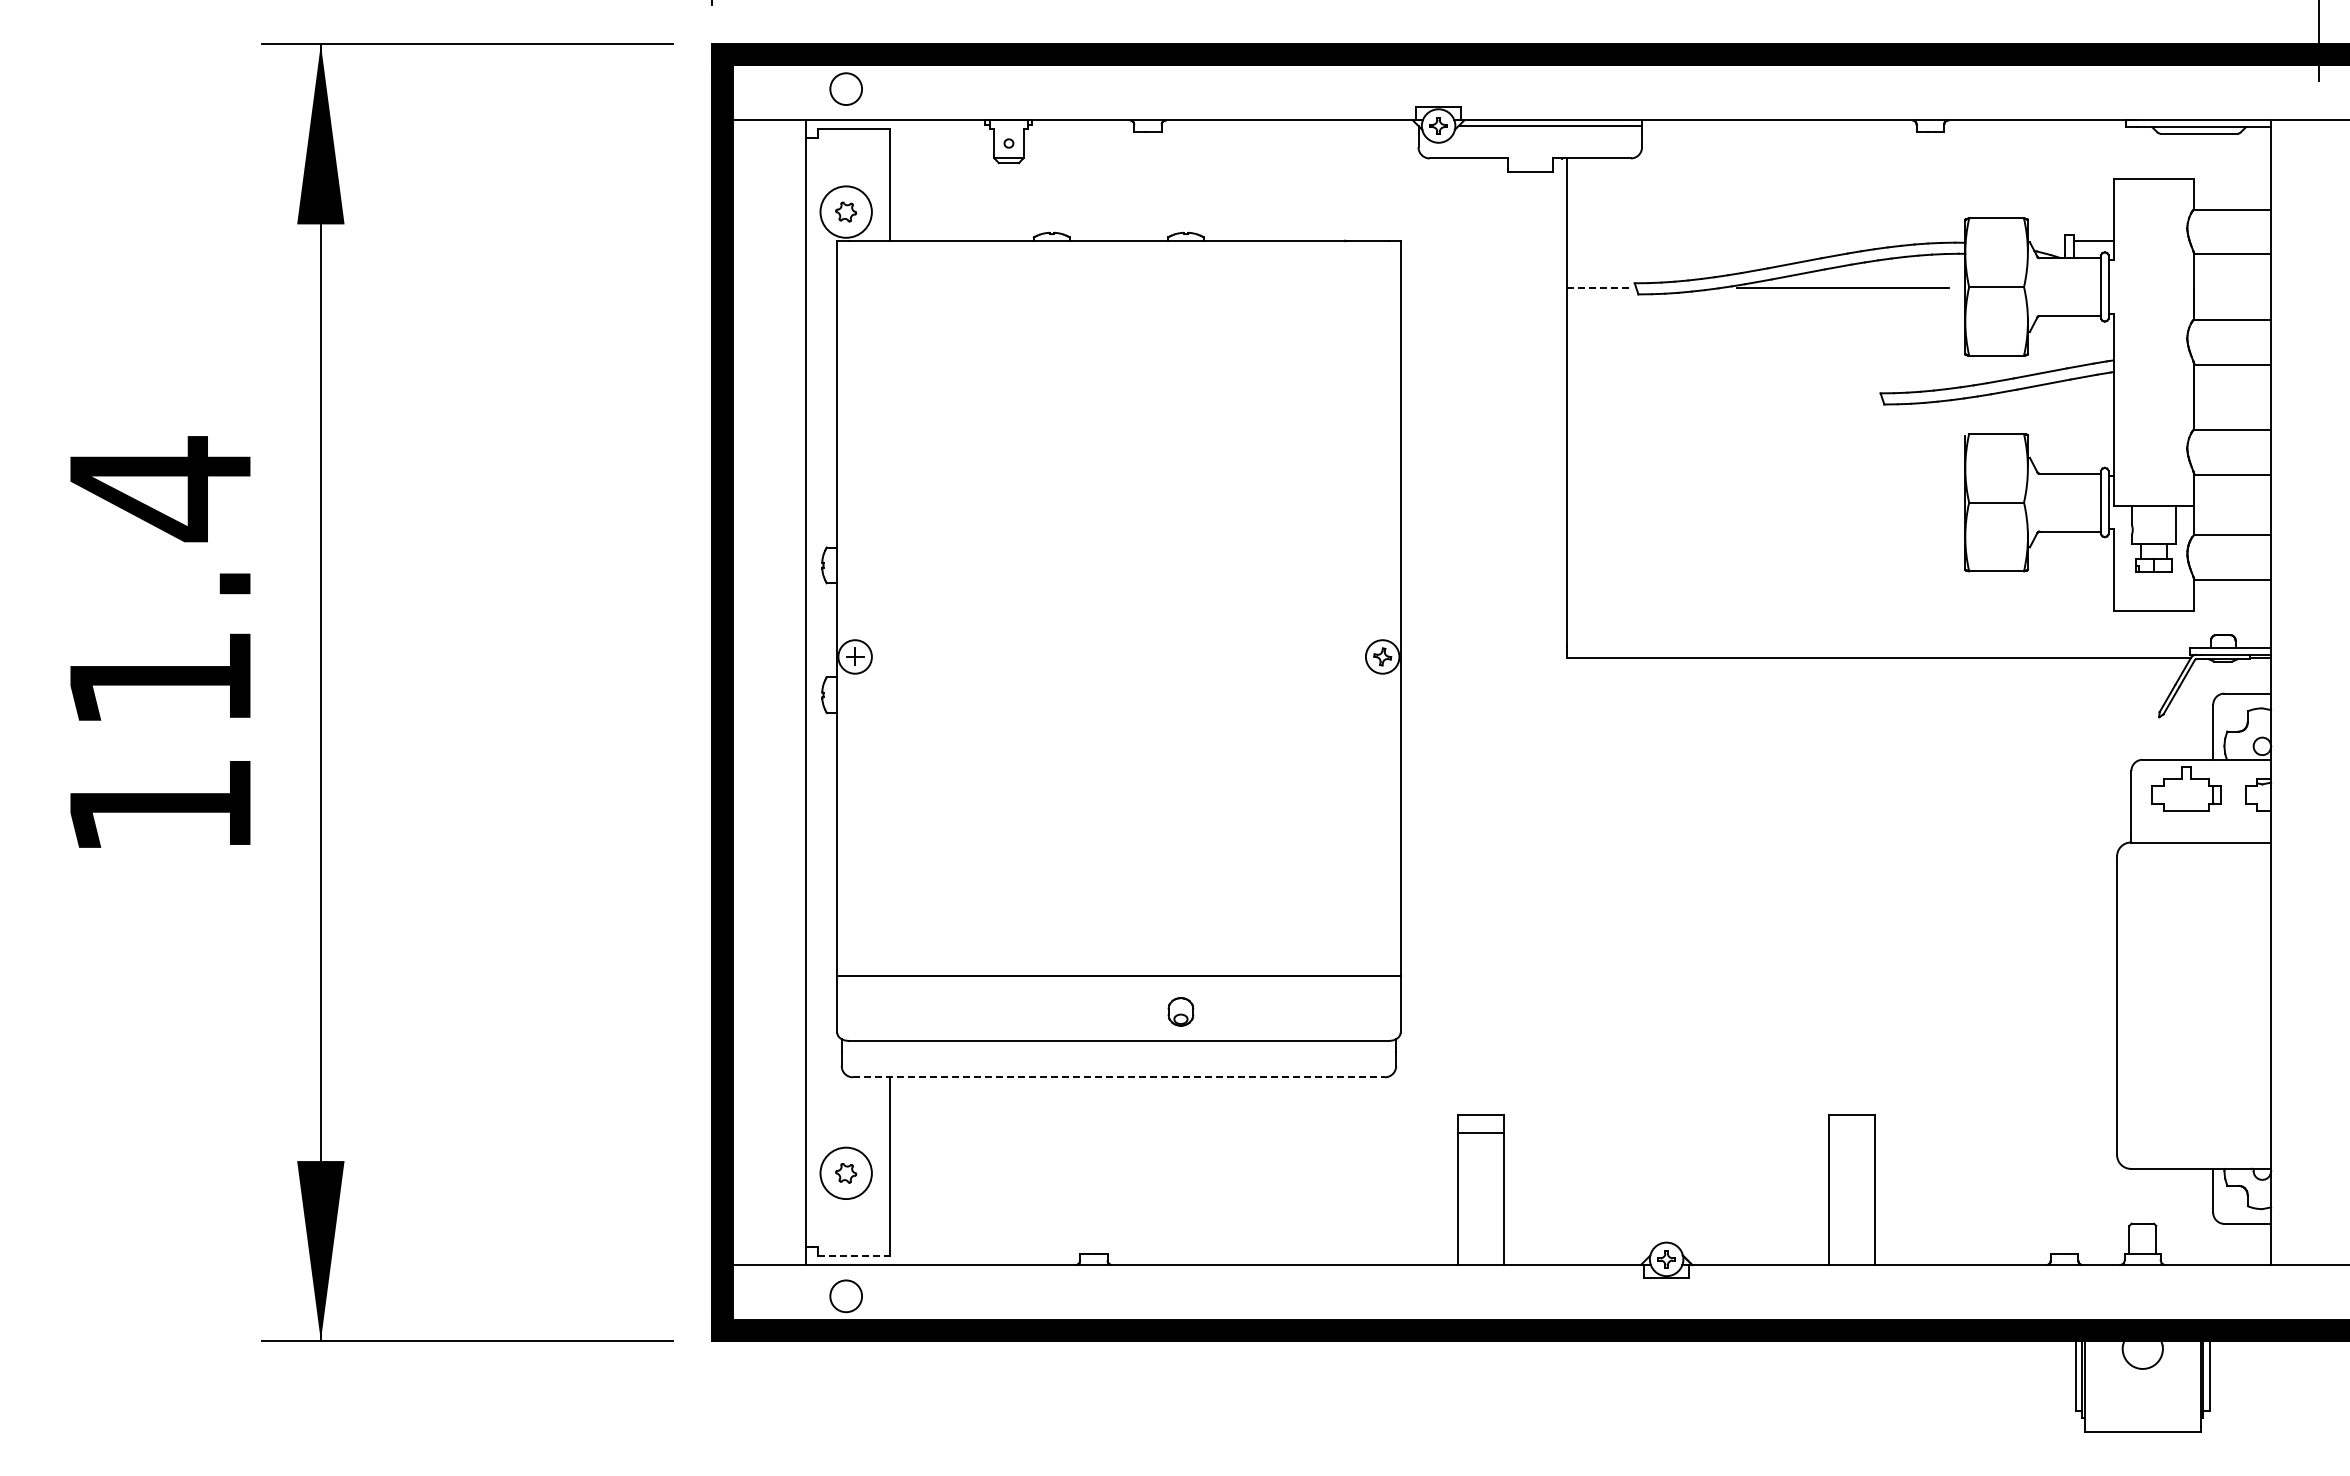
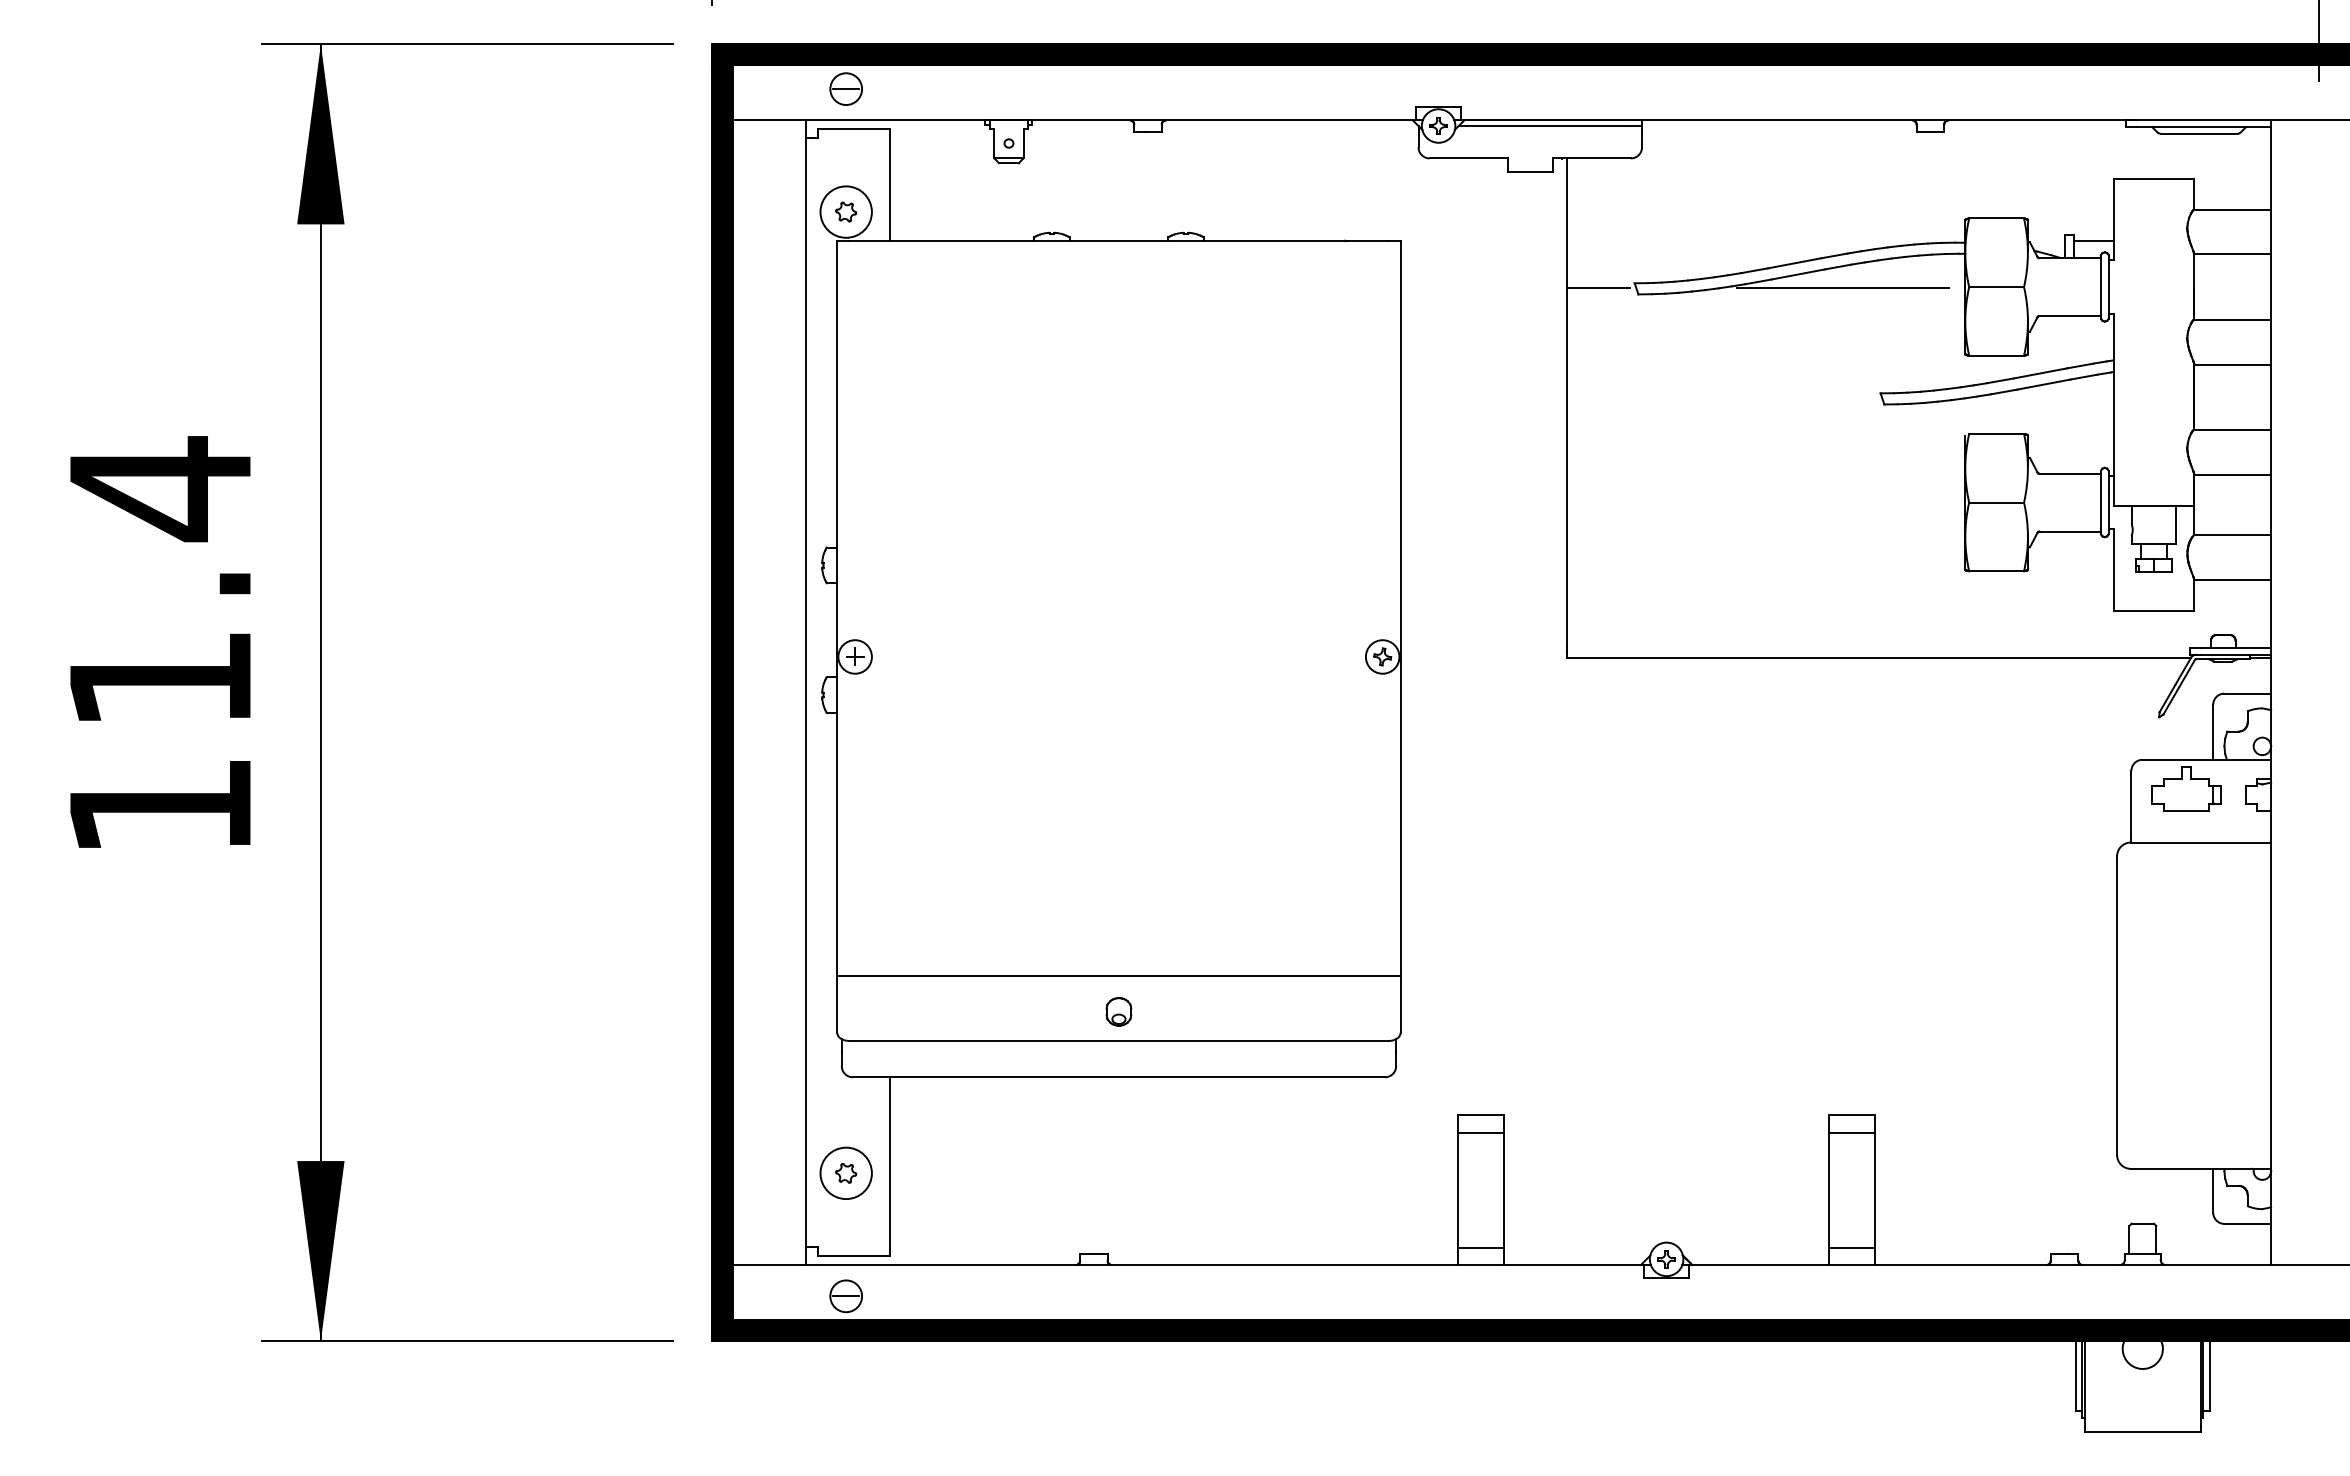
line at (846, 89): none -> present
line at (1598, 288): dashed -> solid
part at (1180, 1011) position: (1180, 1011) -> (1118, 1011)
line at (1119, 1077): dashed -> solid
line at (1851, 1133): none -> present
line at (1480, 1247): none -> present
line at (1851, 1247): none -> present
line at (854, 1256): dashed -> solid
line at (846, 1296): none -> present
